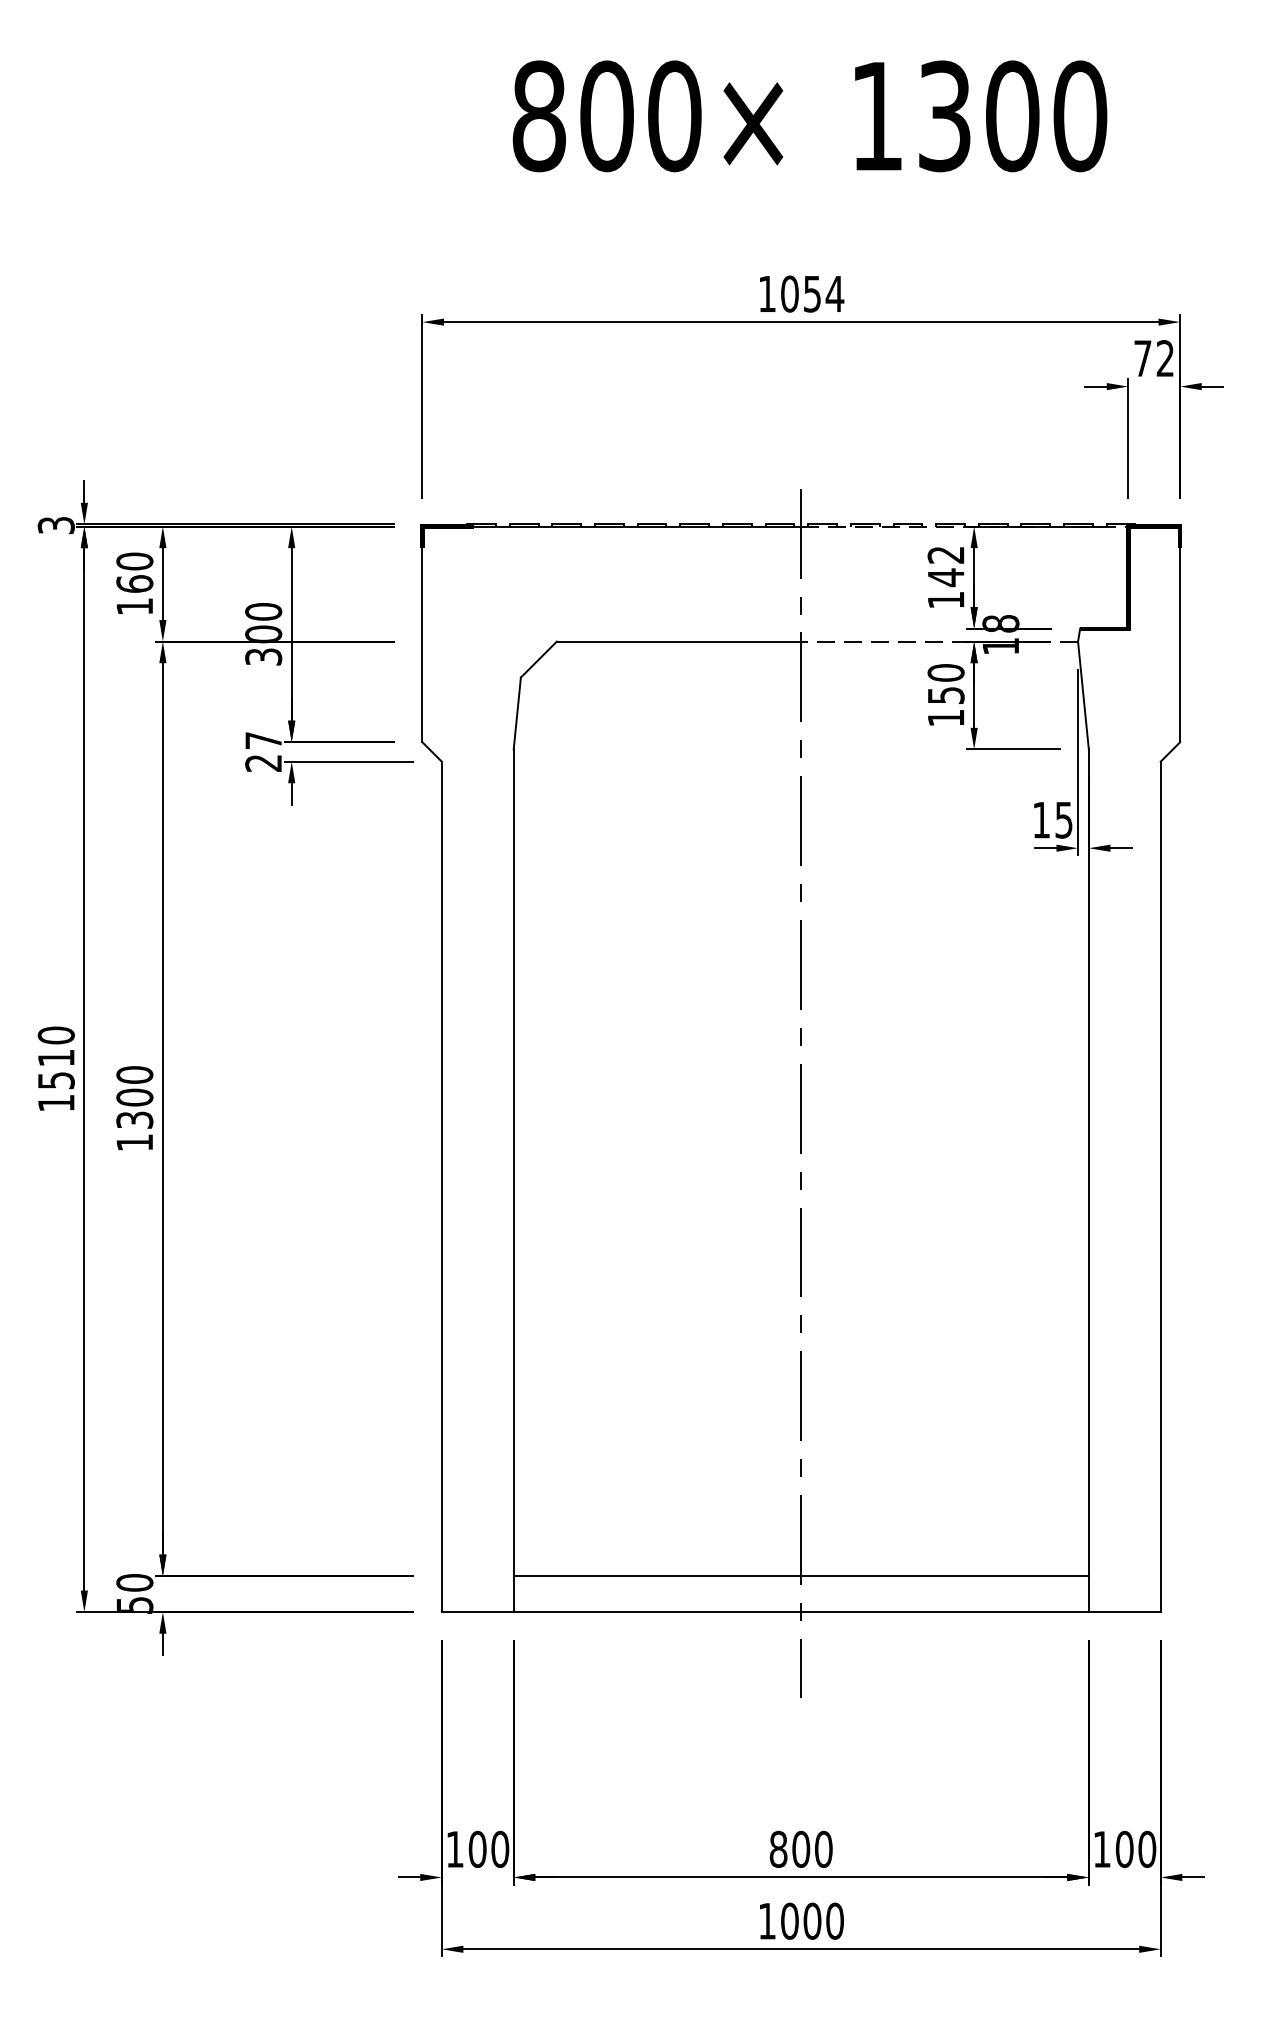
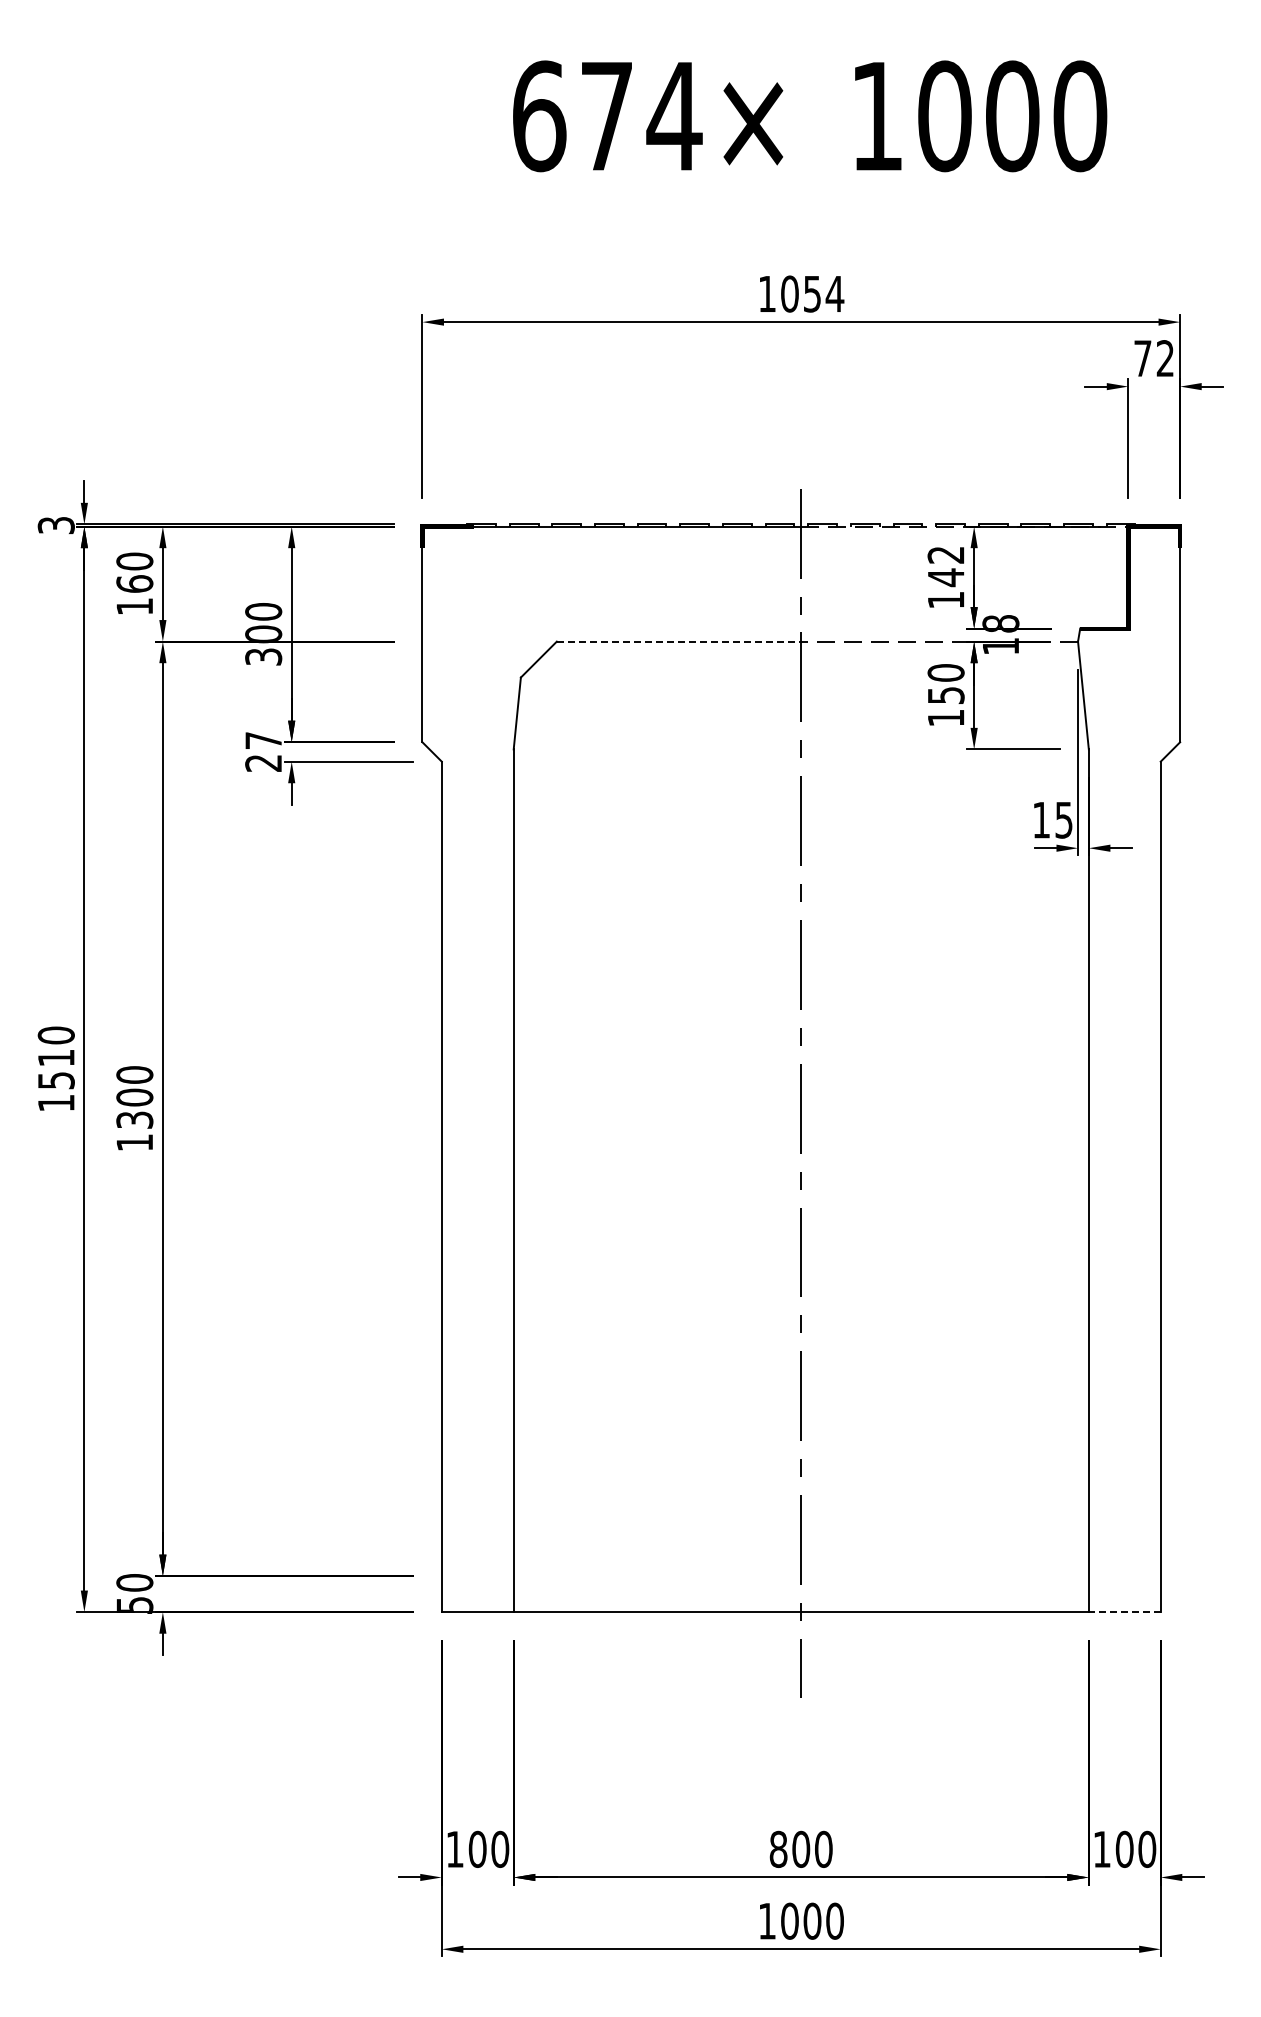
text at (607, 116): 800× -> 674×
text at (944, 116): 1300 -> 1000
line at (679, 641): solid -> dashed
line at (800, 1576): present -> none
line at (1124, 1612): solid -> dashed
